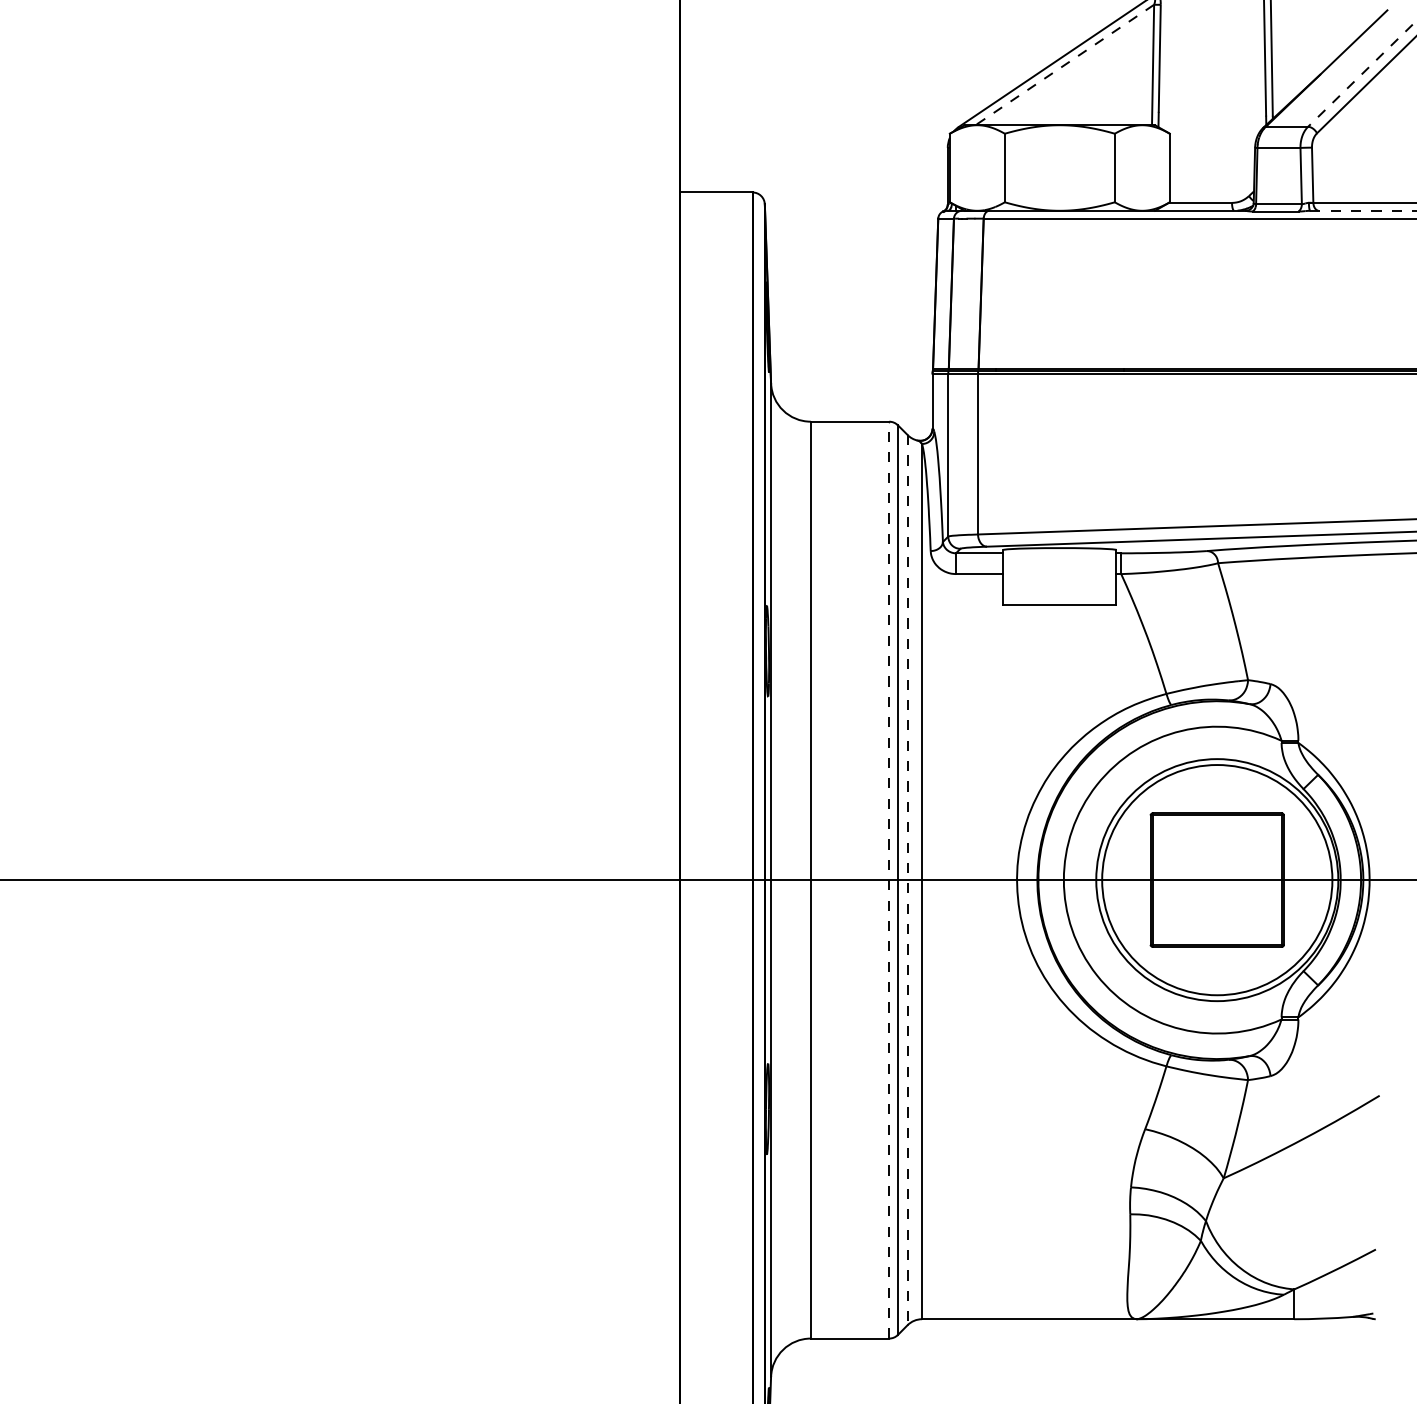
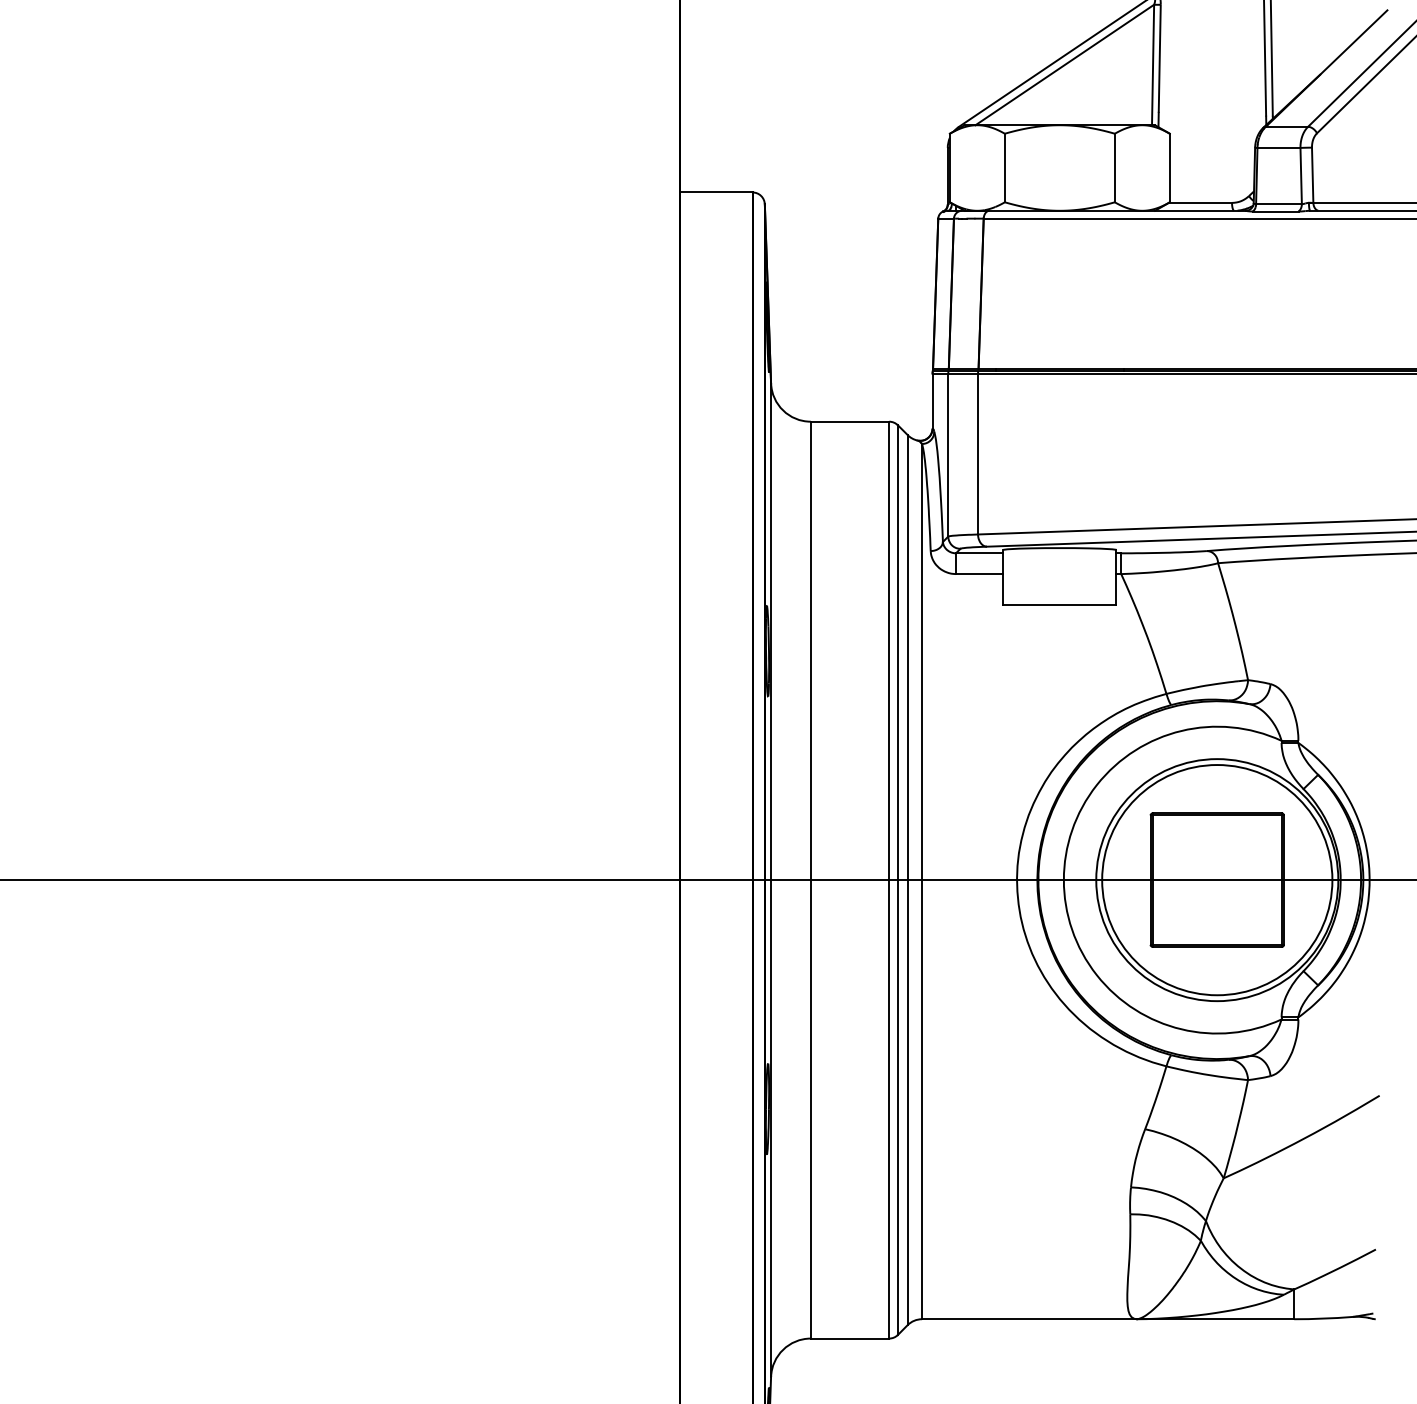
line at (1064, 65): dashed -> solid
line at (1362, 73): dashed -> solid
line at (1363, 210): dashed -> solid
line at (889, 879): dashed -> solid
line at (907, 880): dashed -> solid
